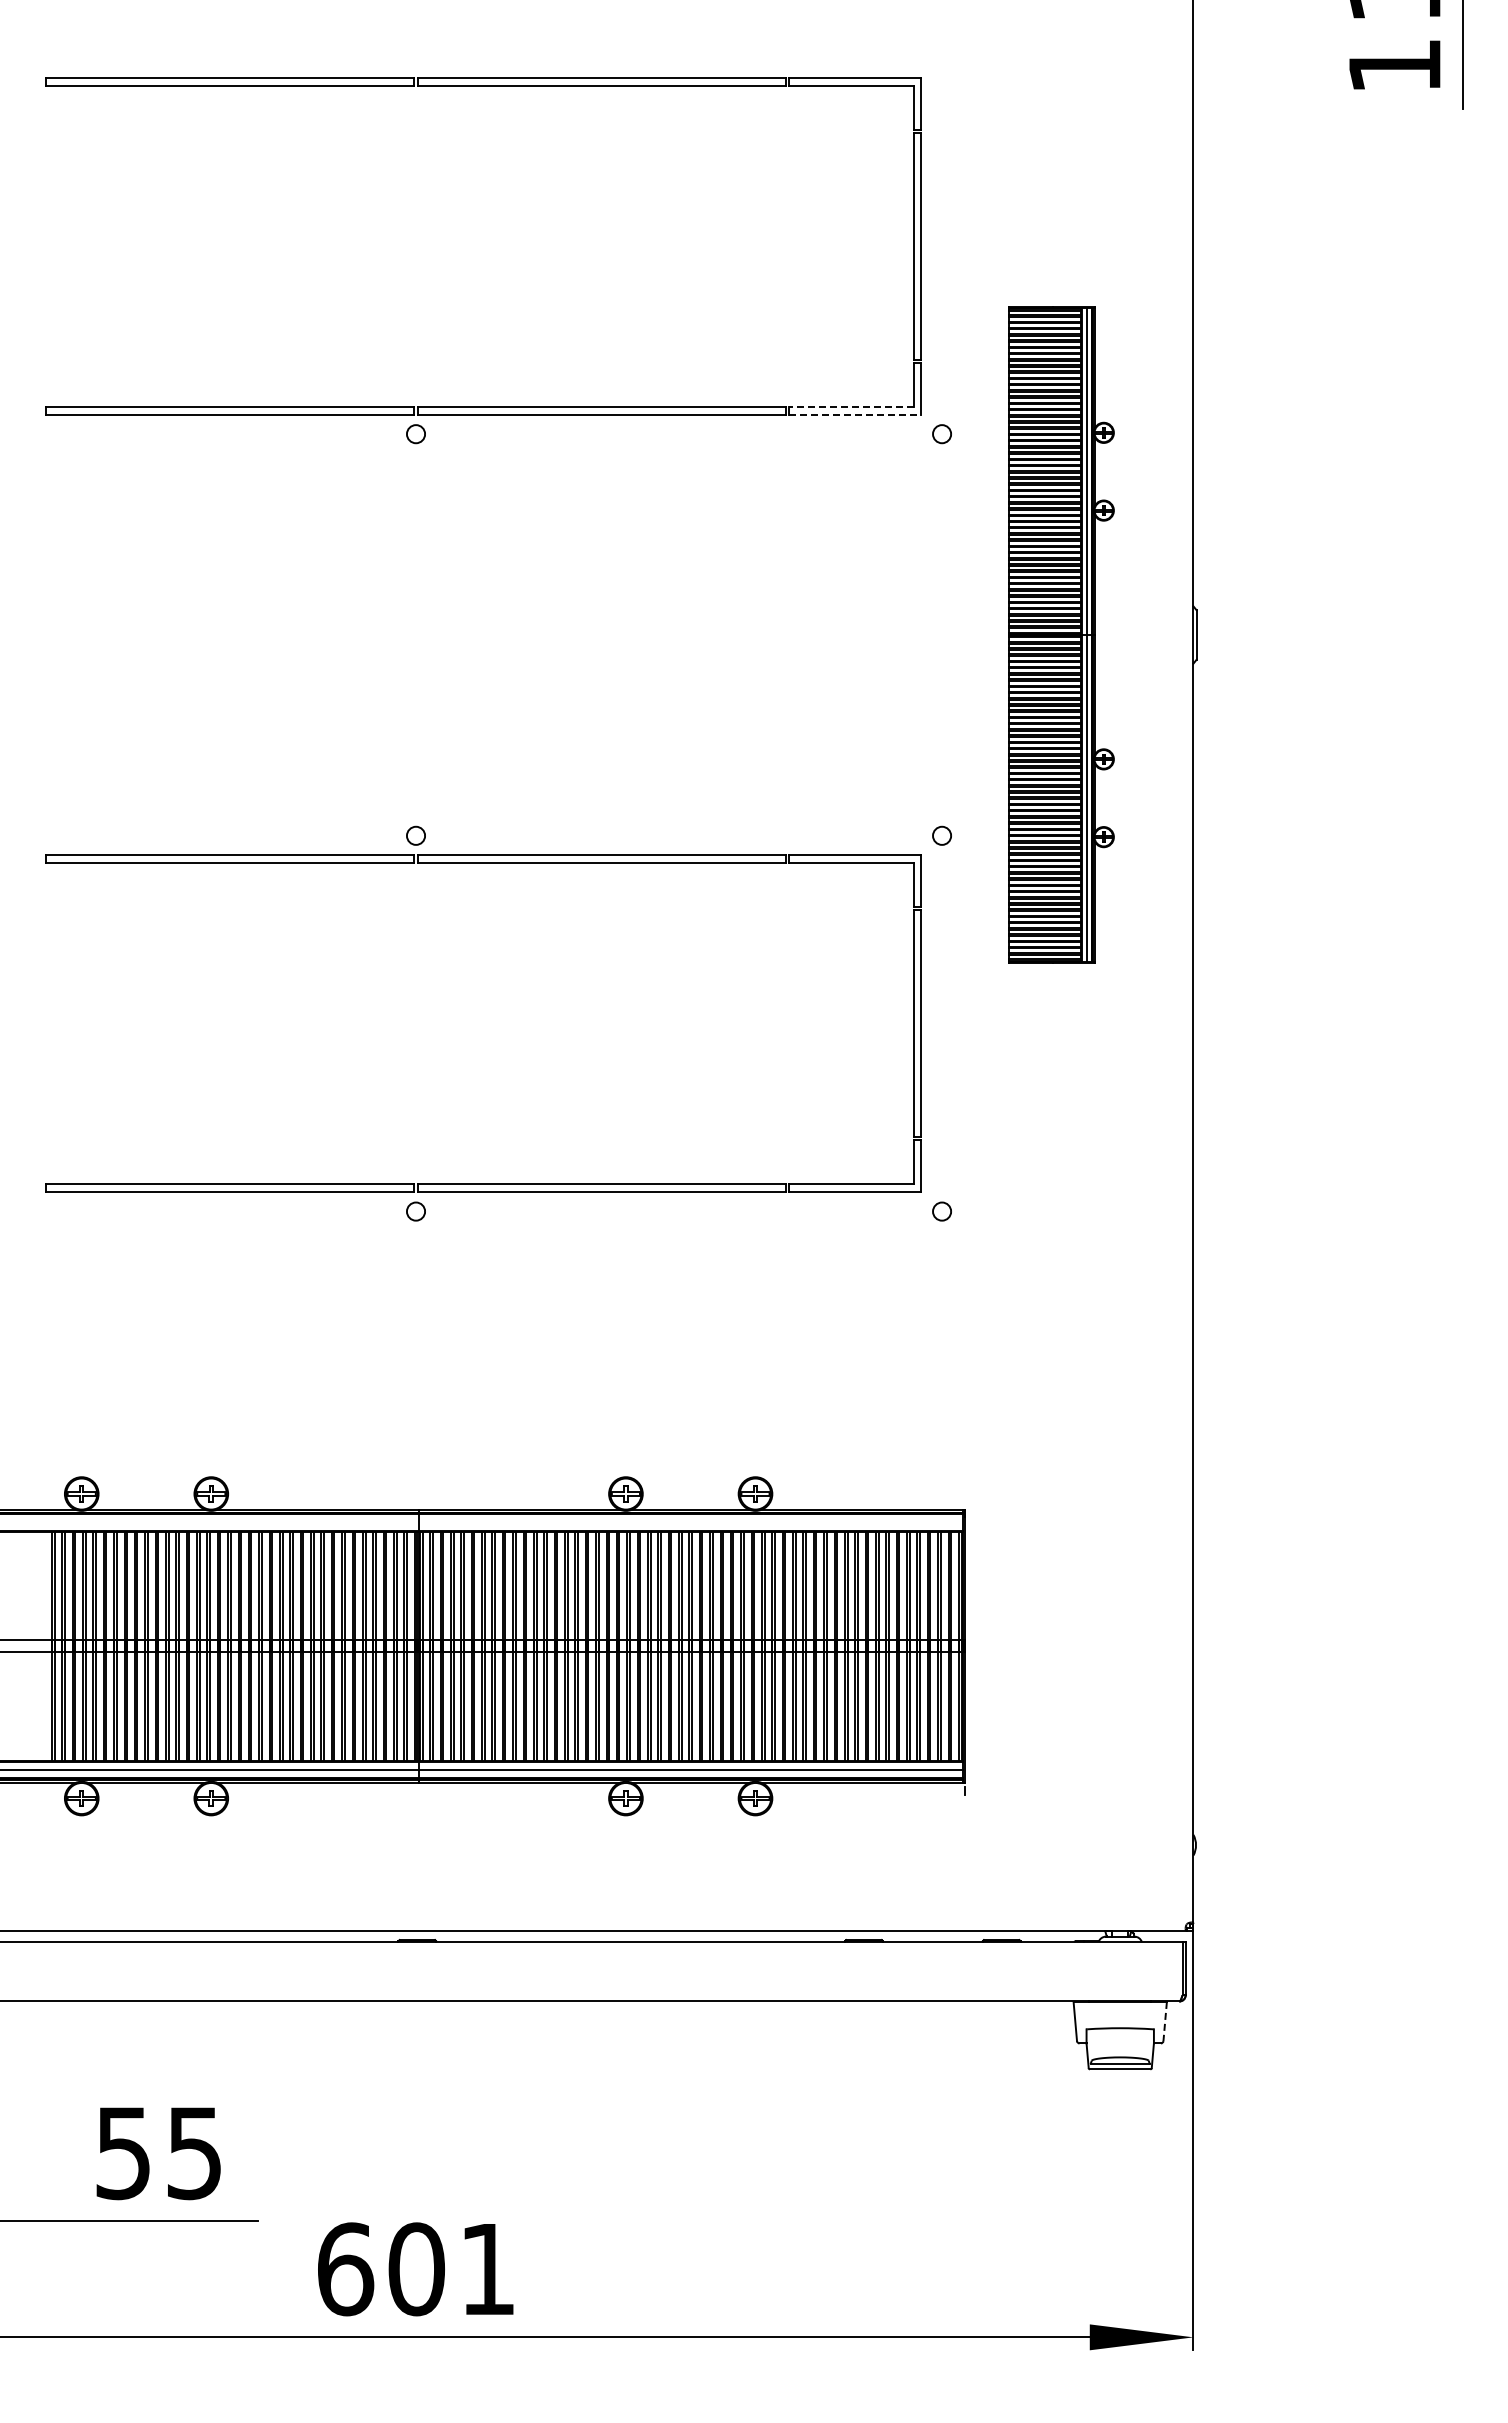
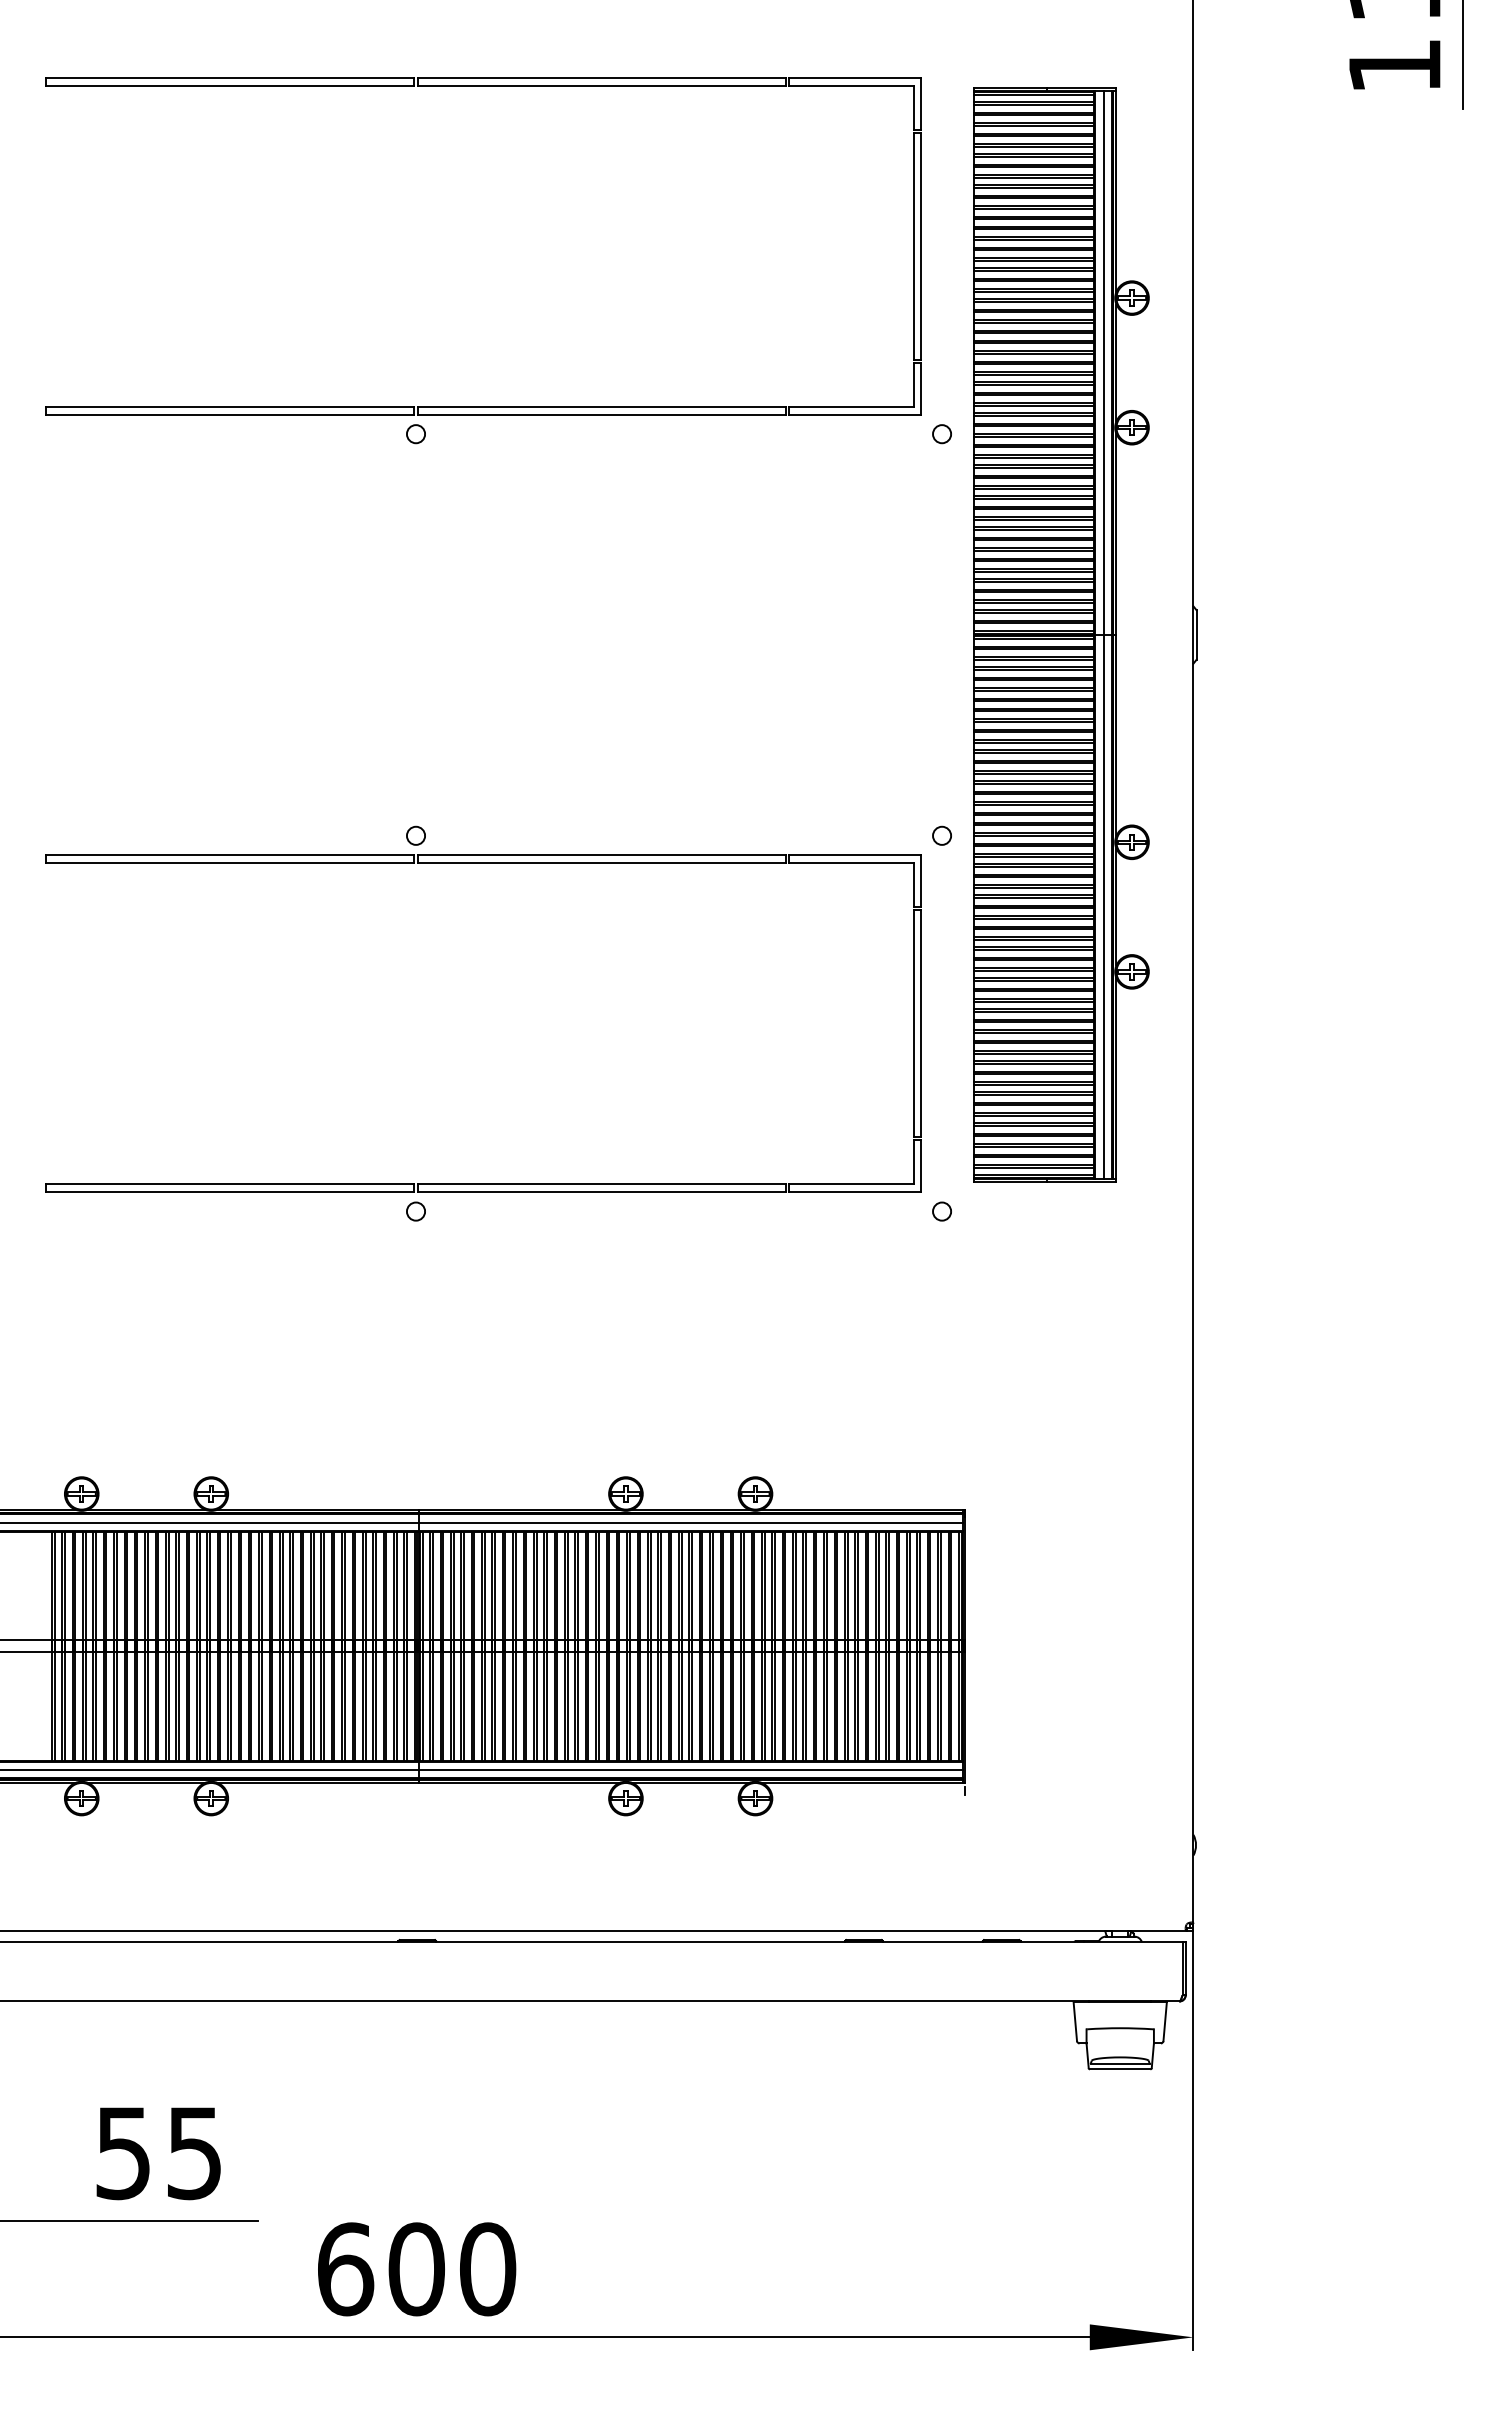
line at (850, 406): dashed -> solid
line at (855, 414): dashed -> solid
part at (1061, 634) size: 107x658 px -> 177x1096 px
line at (482, 1522): none -> present
line at (1165, 2021): dashed -> solid
text at (488, 2269): 601 -> 600
